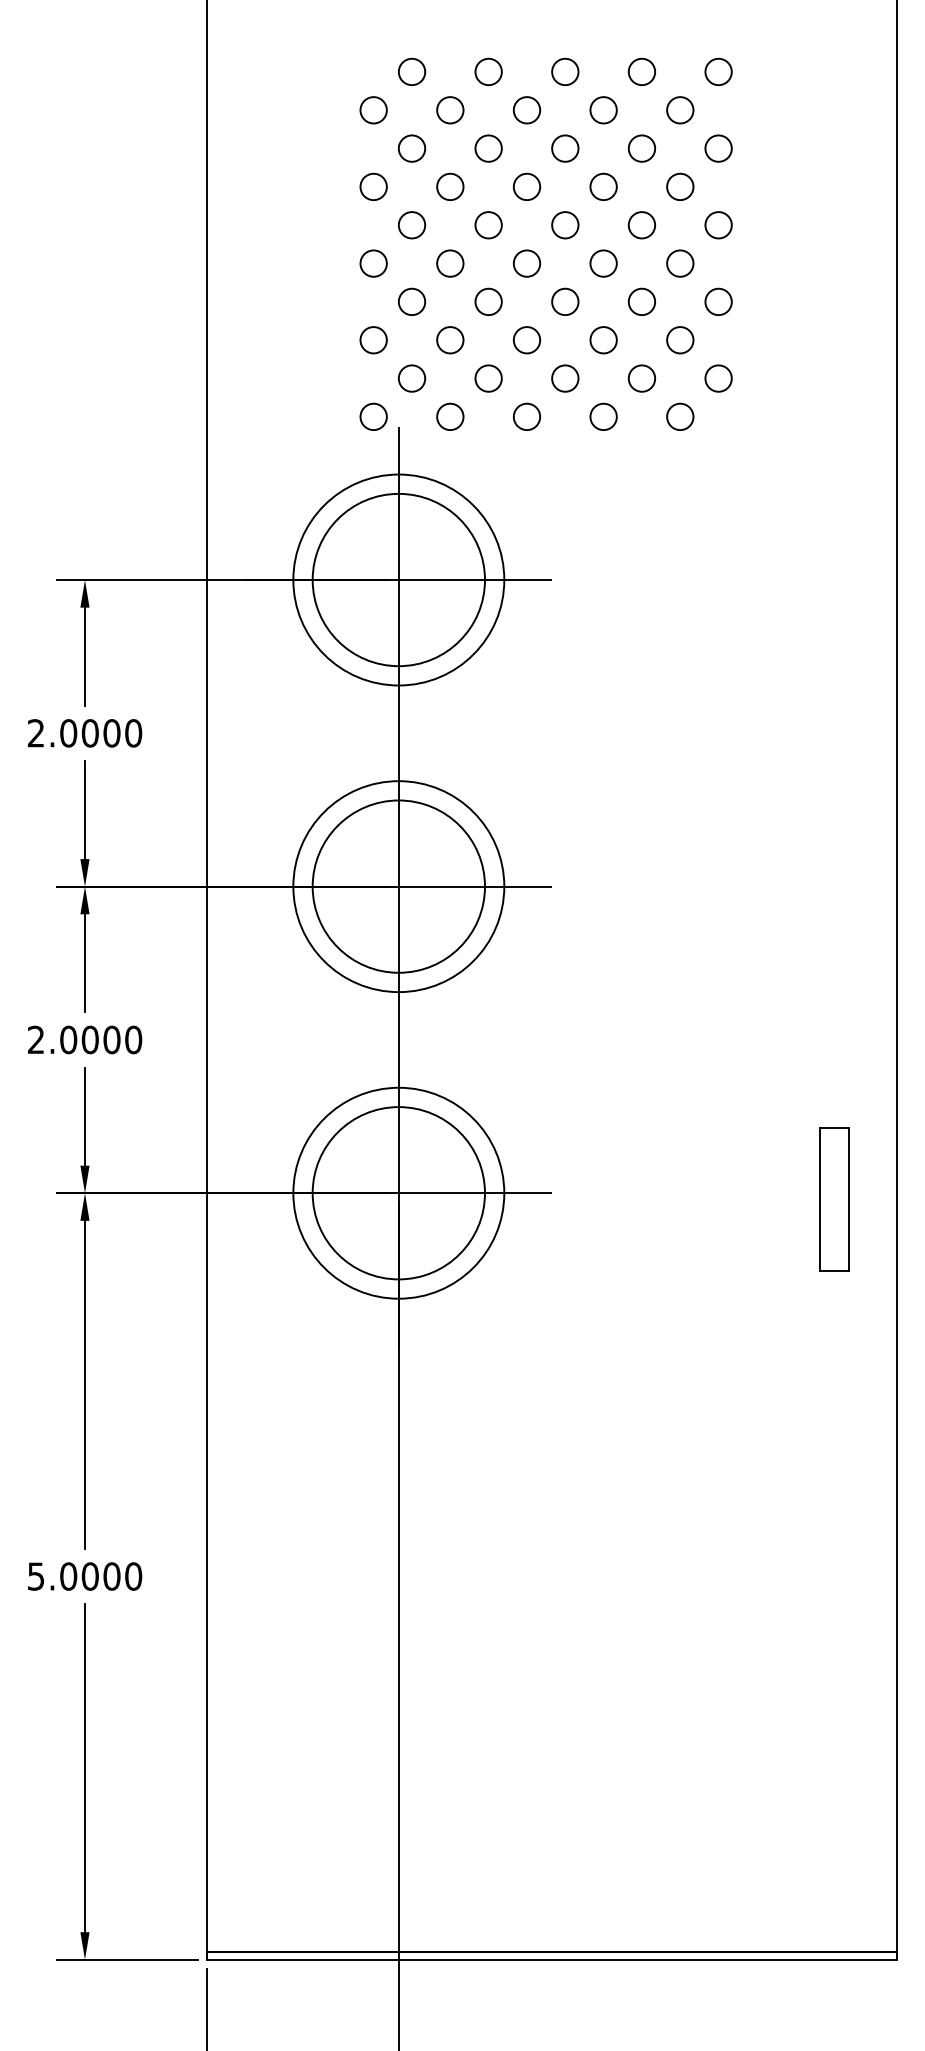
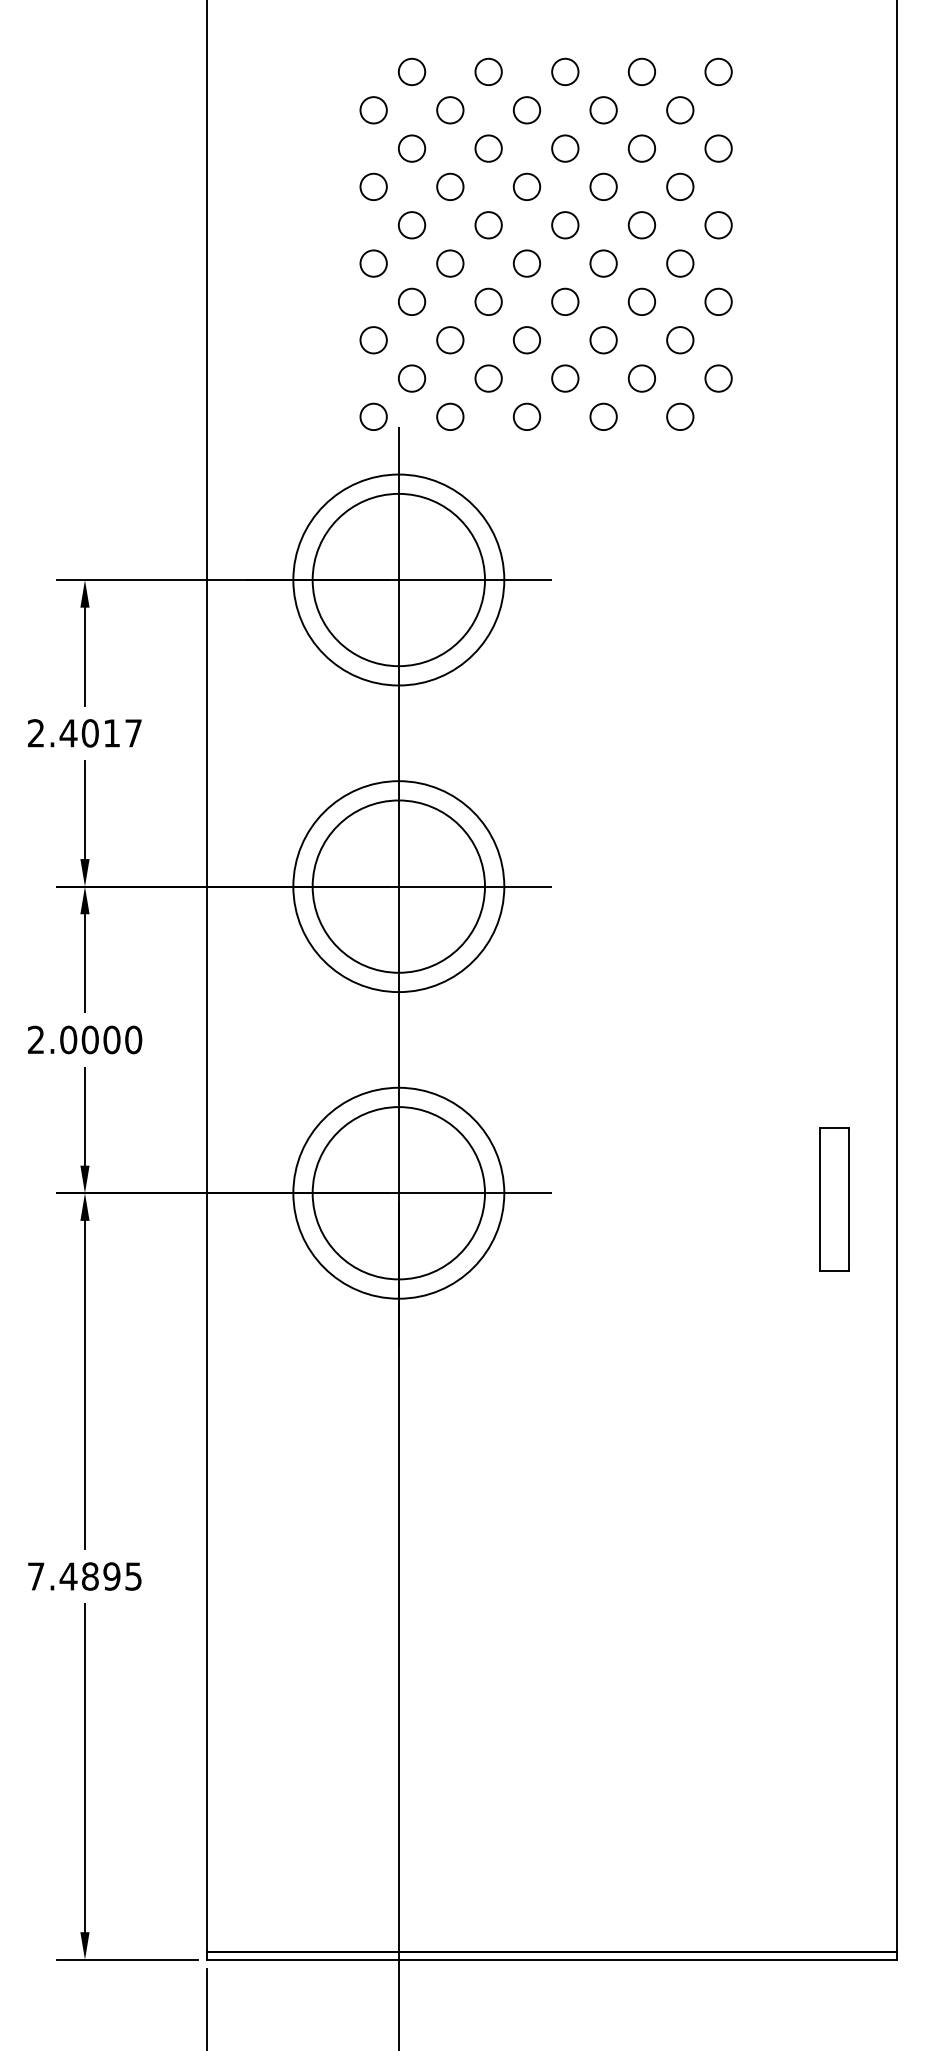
text at (100, 733): 2.0000 -> 2.4017
text at (85, 1576): 5.0000 -> 7.4895
